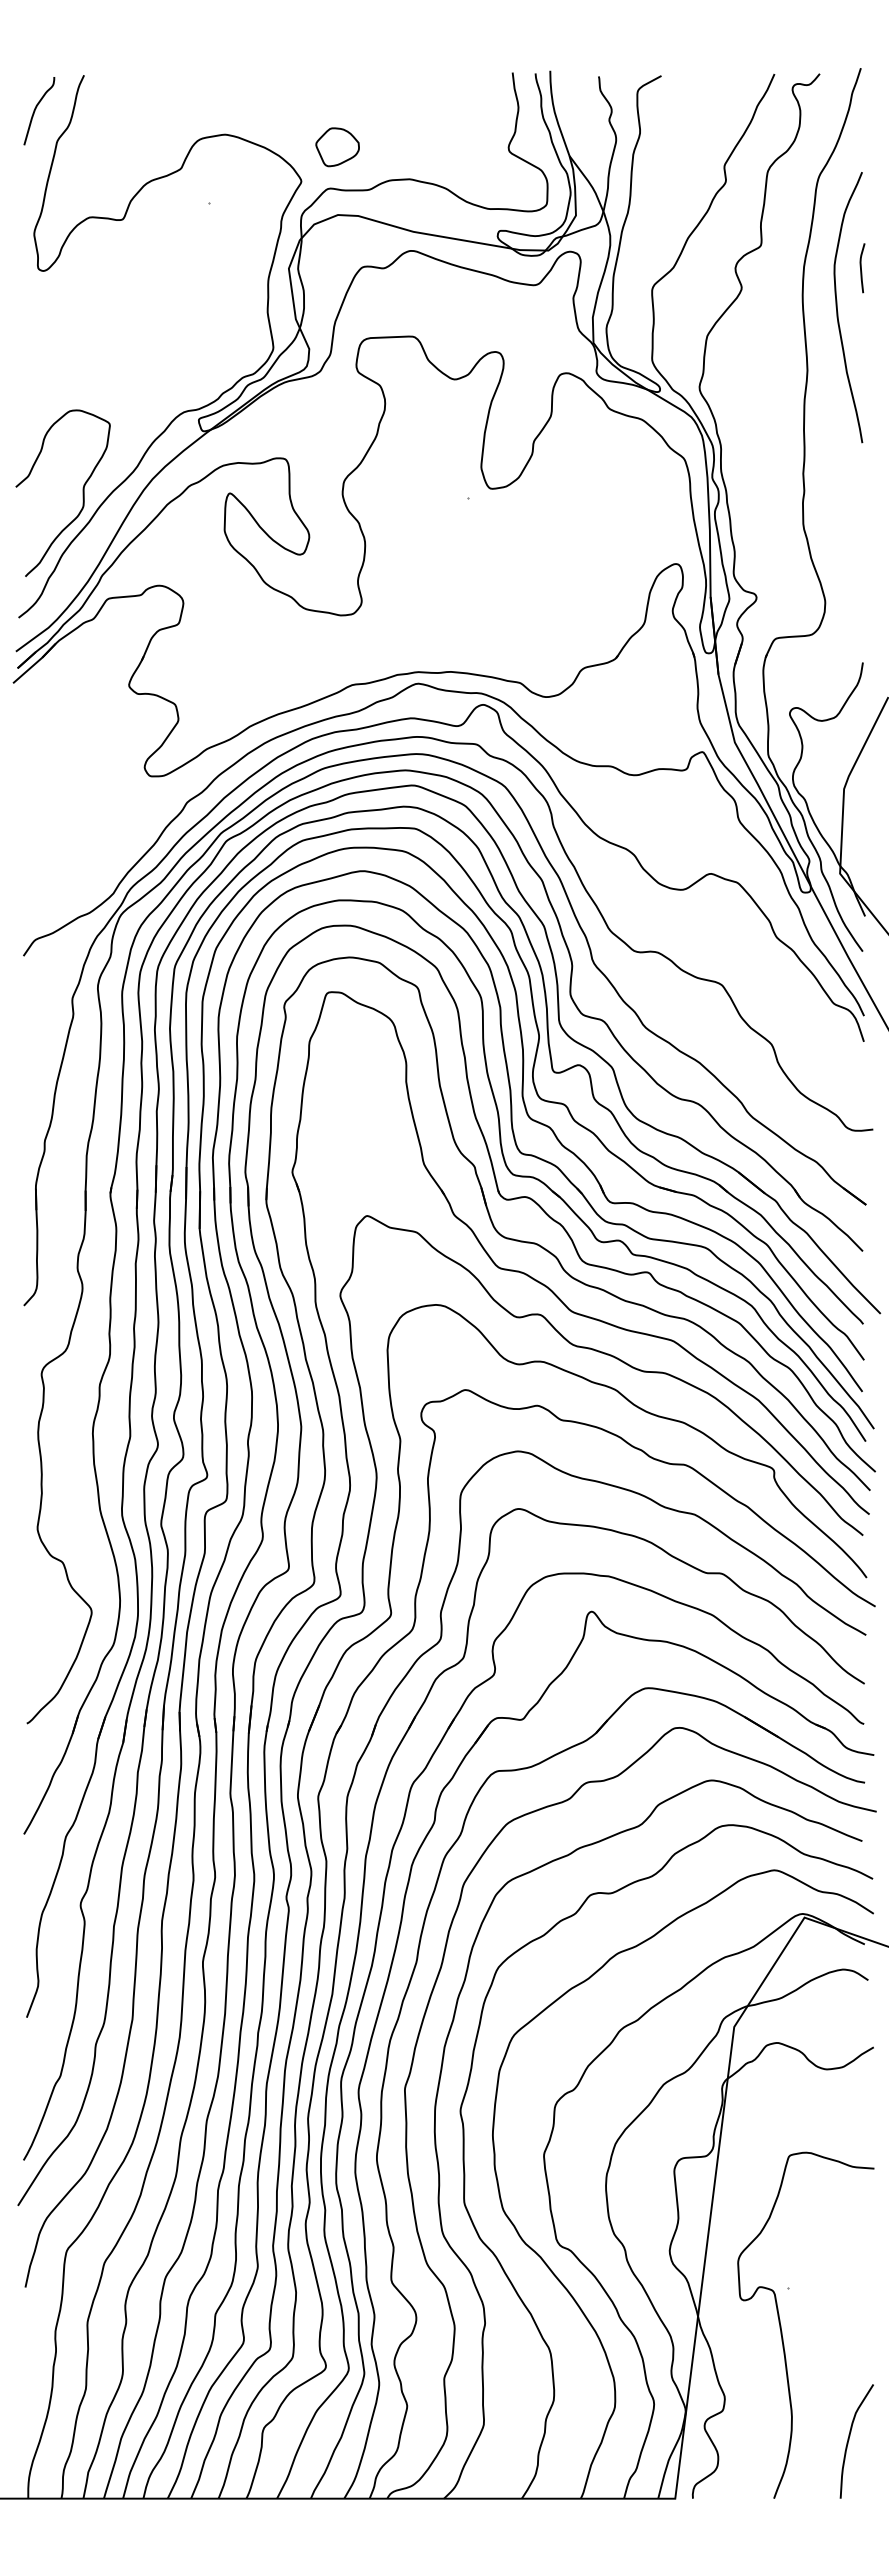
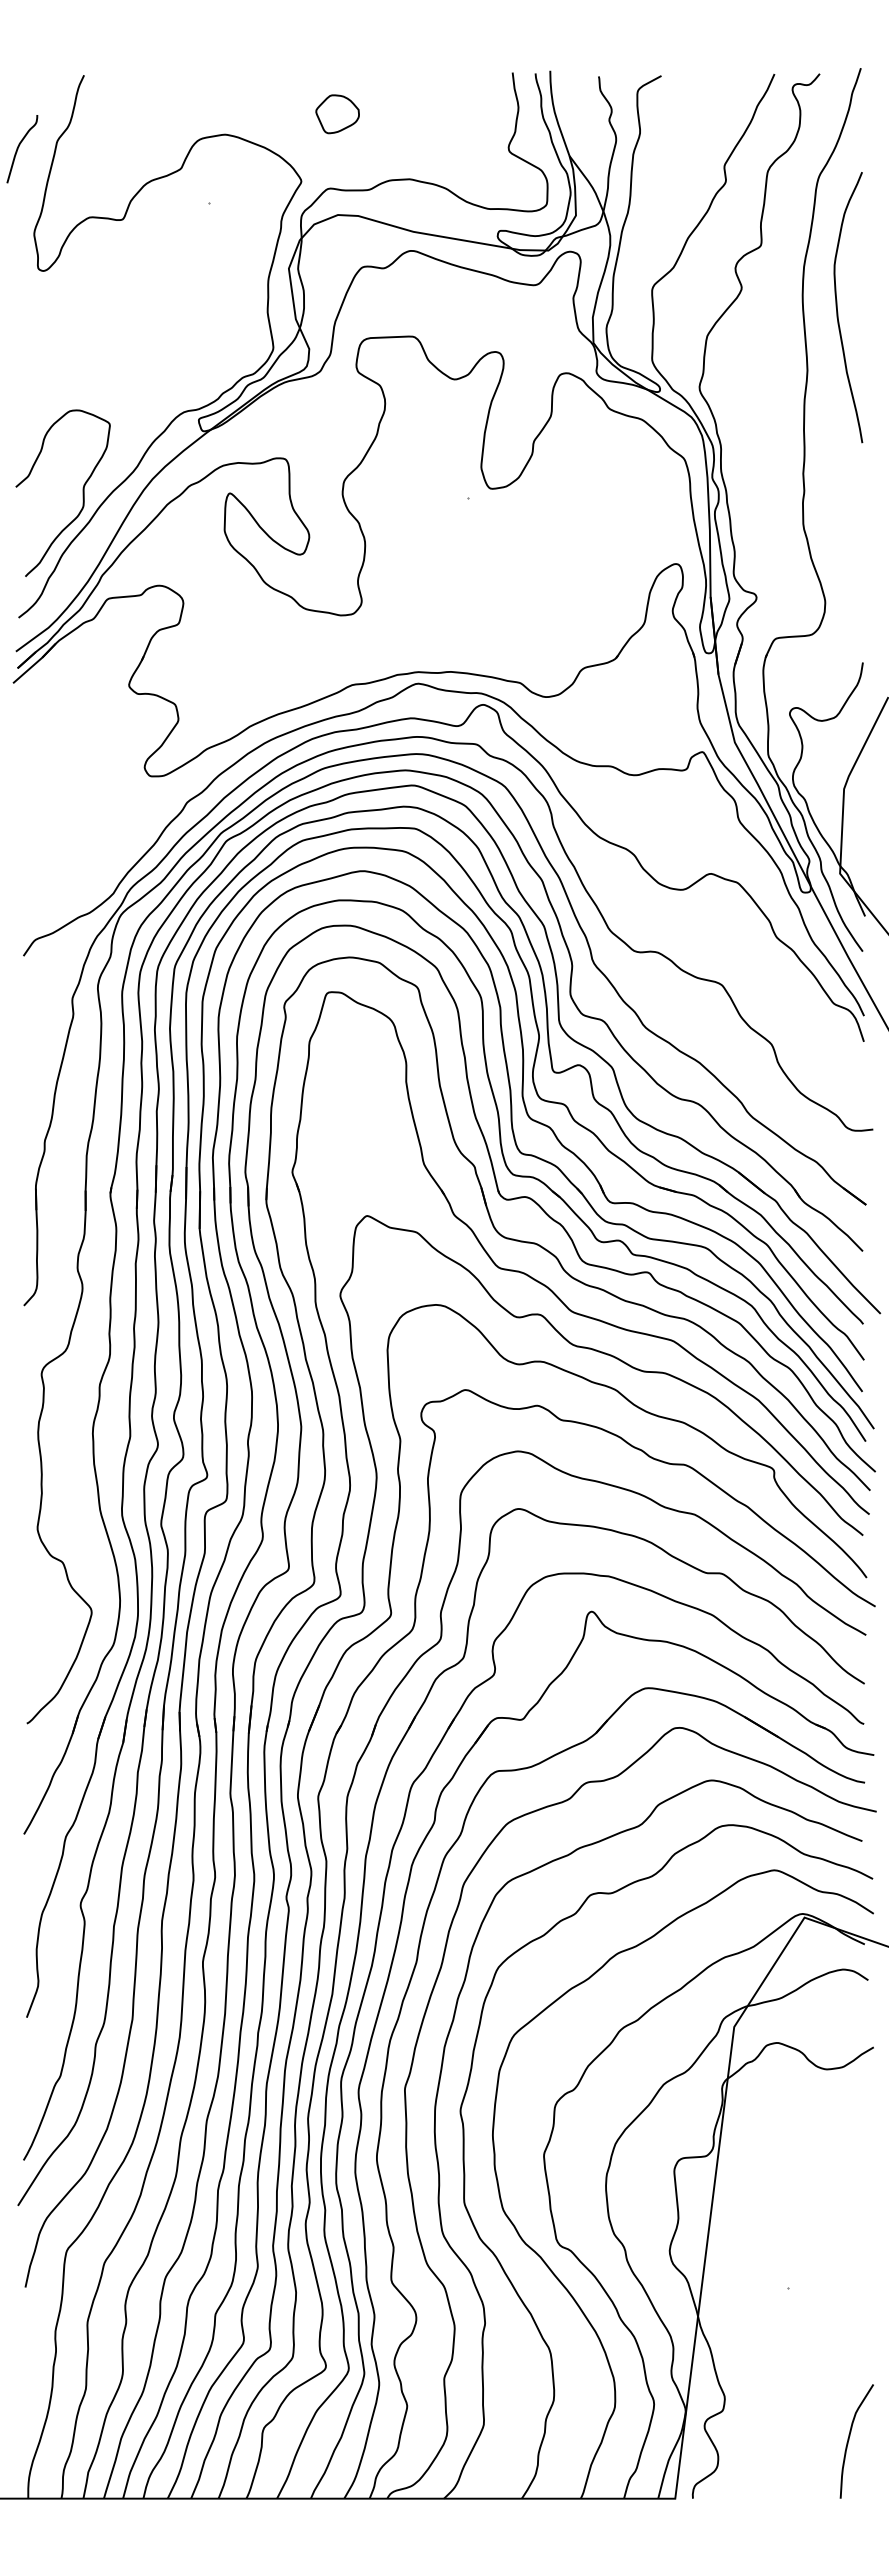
curve at (36, 109) position: (36, 109) -> (19, 147)
part at (337, 147) position: (337, 147) -> (337, 114)
curve at (861, 268): present -> none
curve at (781, 2325): present -> none
